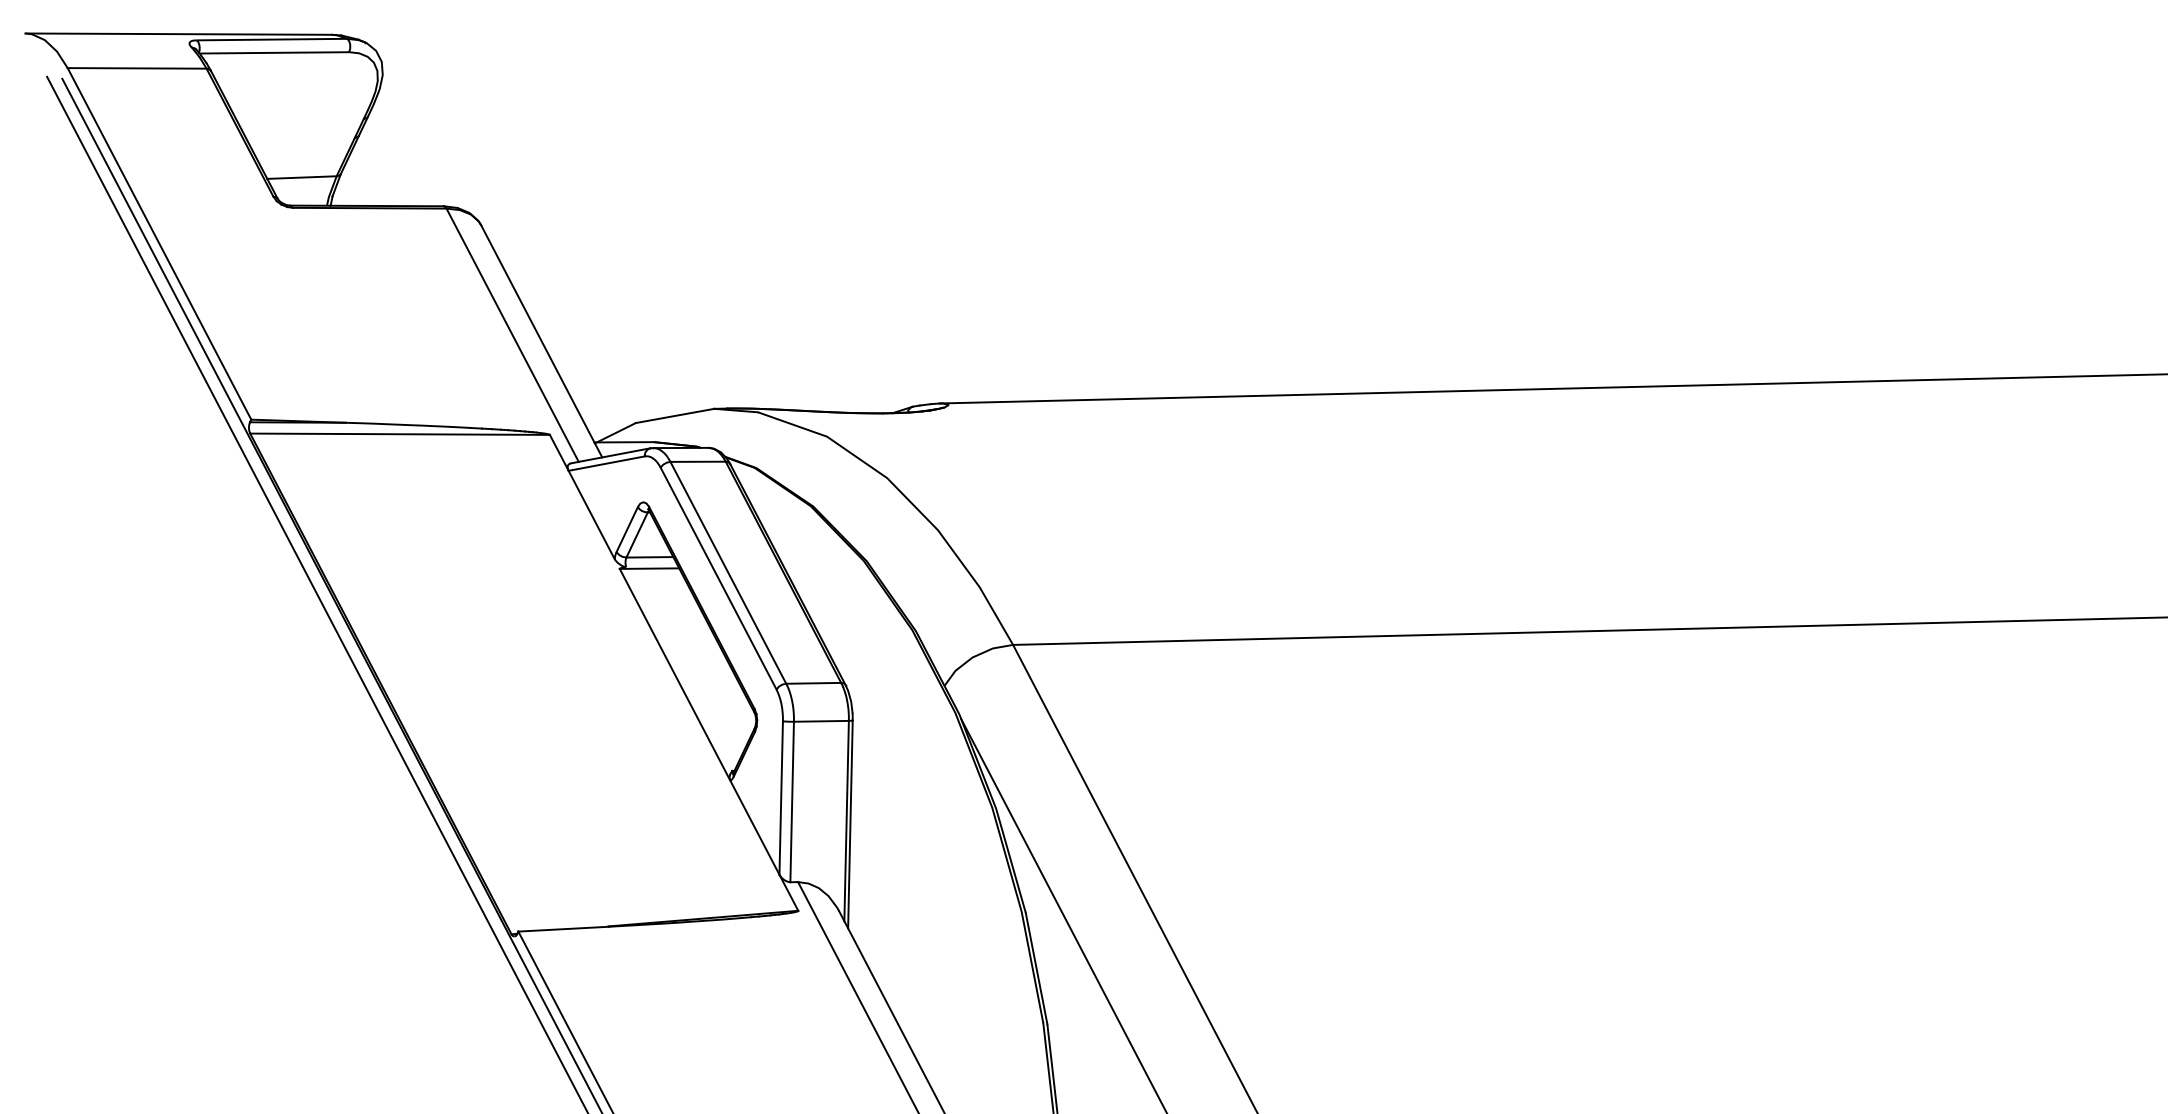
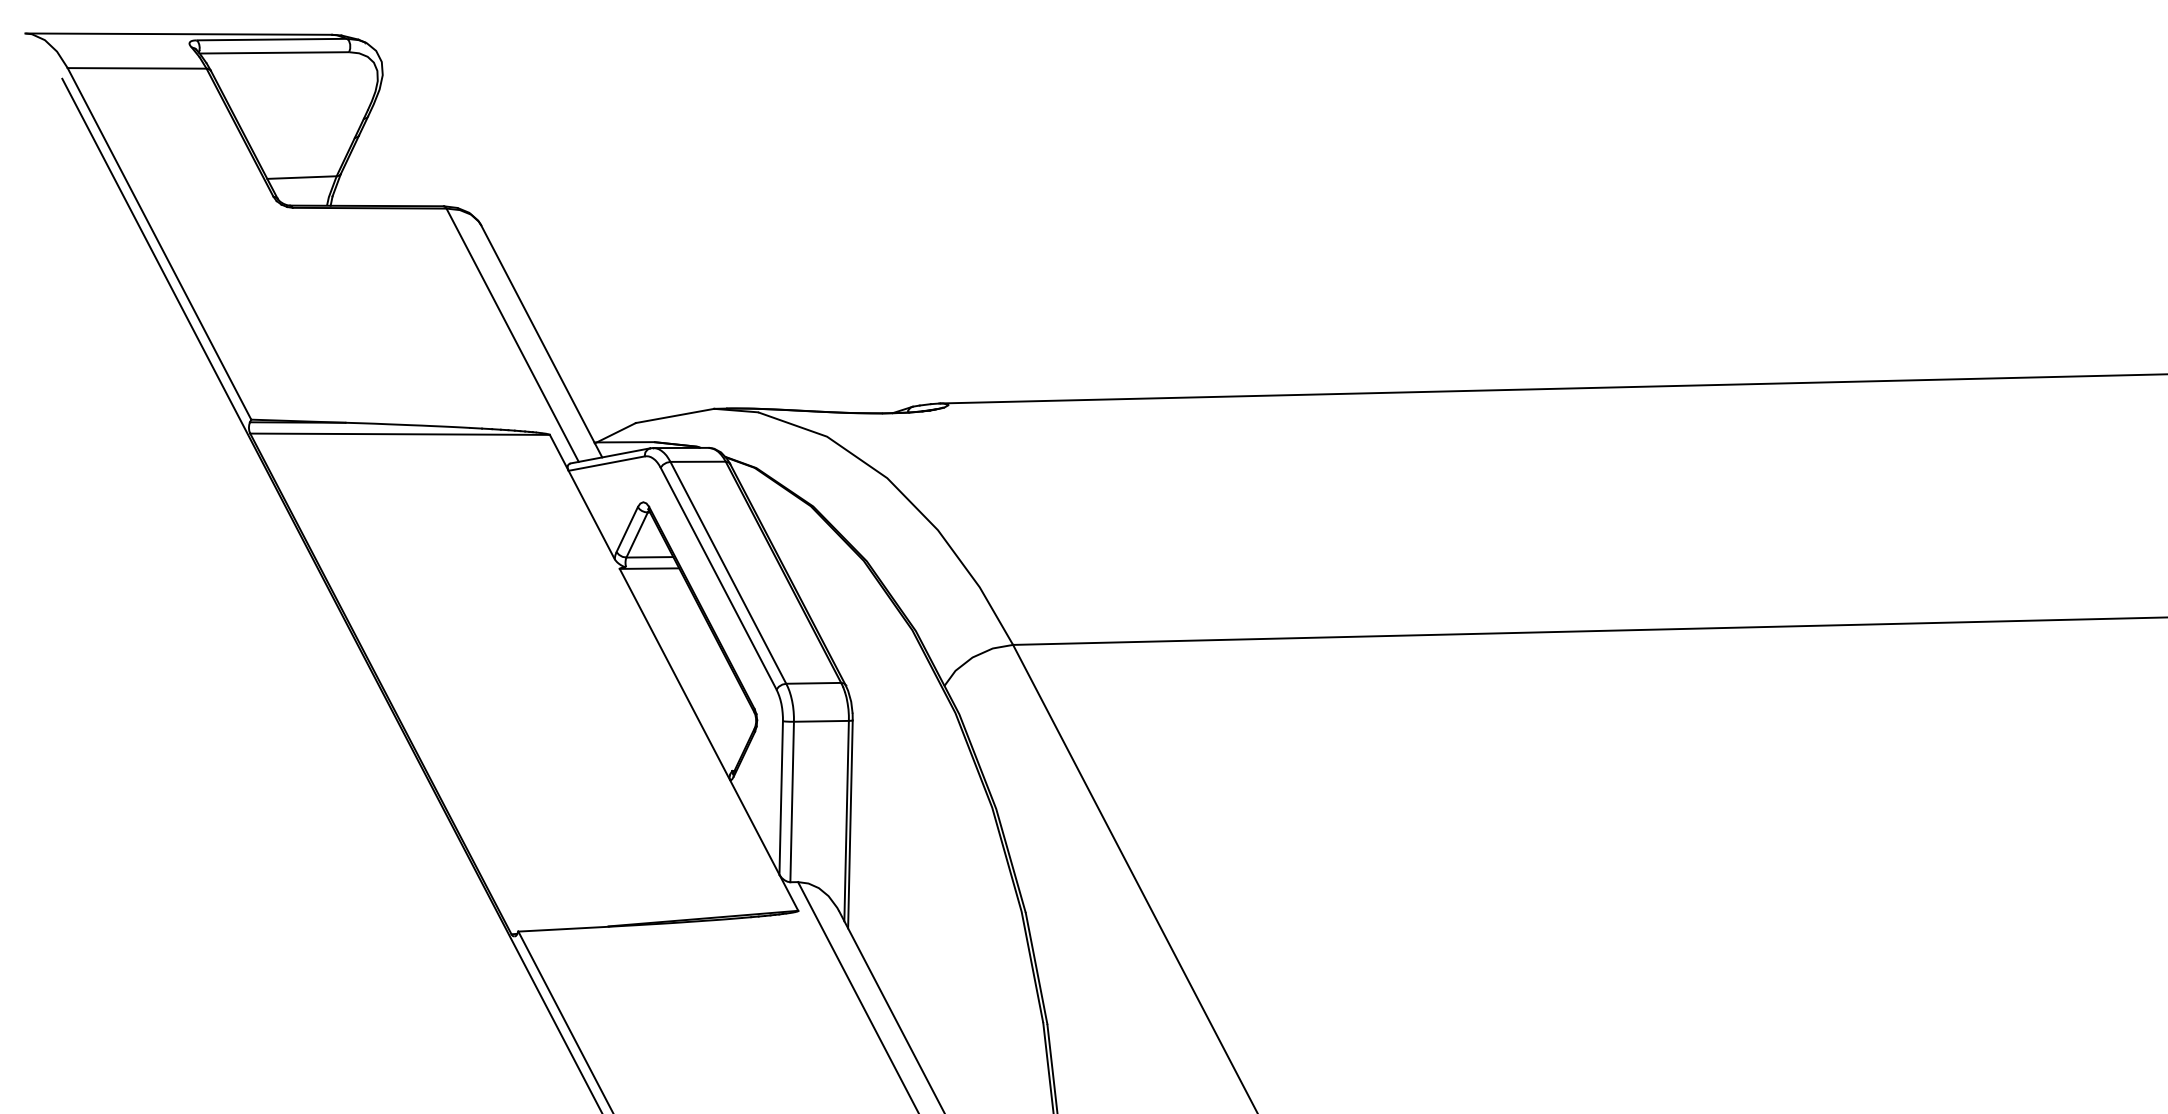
line at (316, 593): present -> none
line at (1063, 914): present -> none
